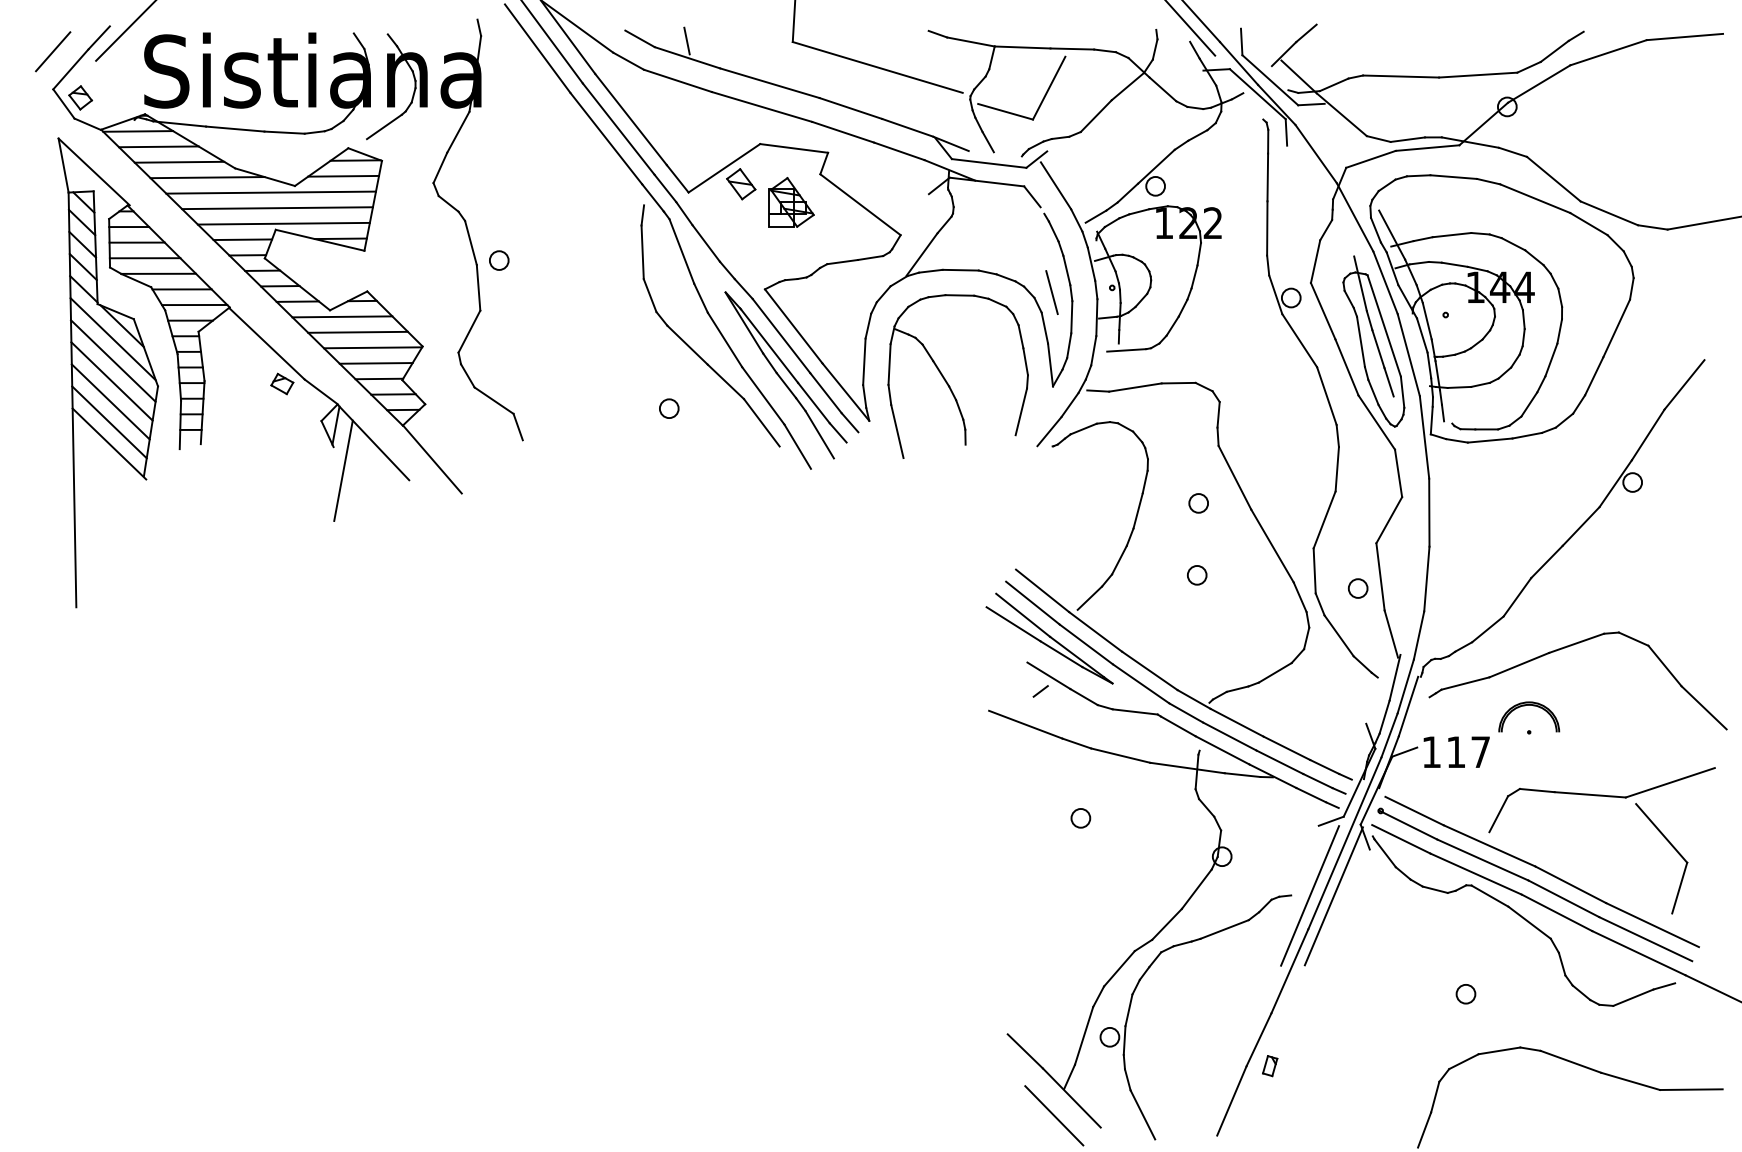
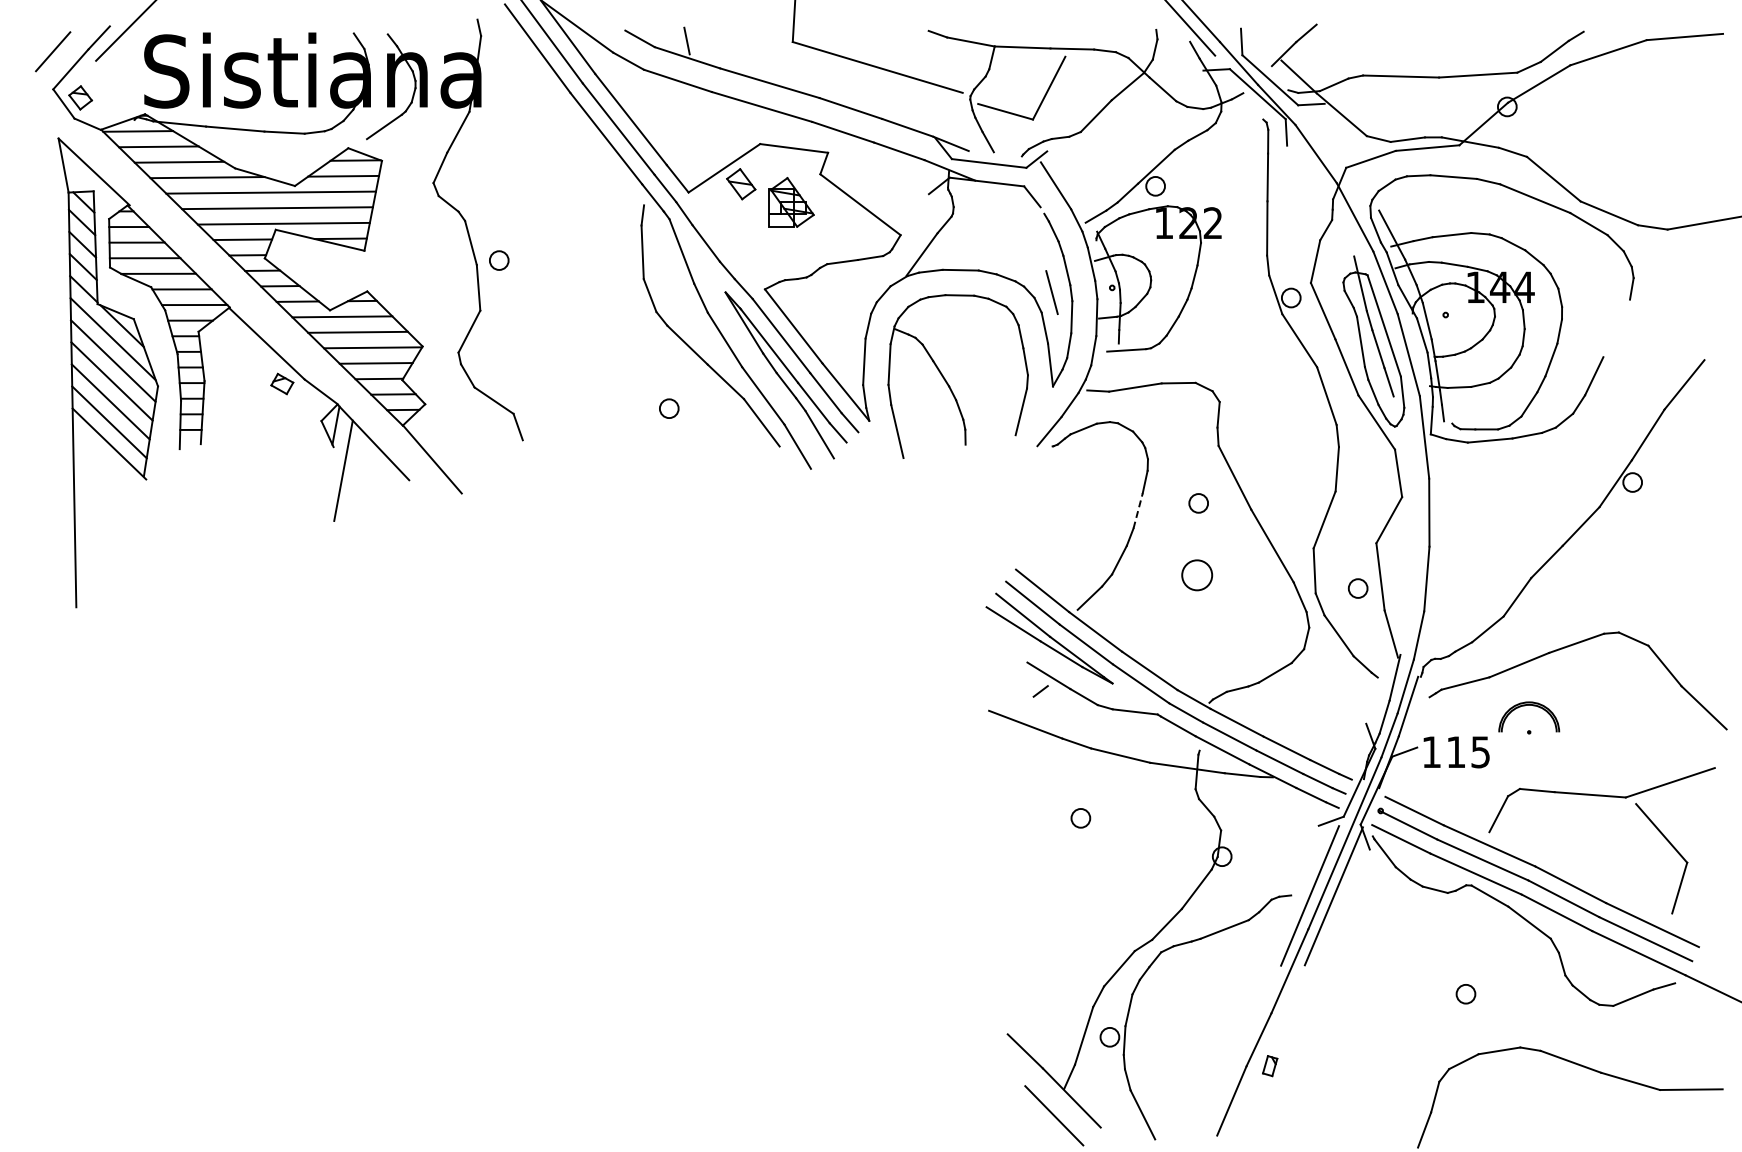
line at (1616, 328): present -> none
line at (1138, 510): solid -> dashed
circle at (1196, 574) diameter: 19 px -> 30 px
text at (1480, 752): 117 -> 115
